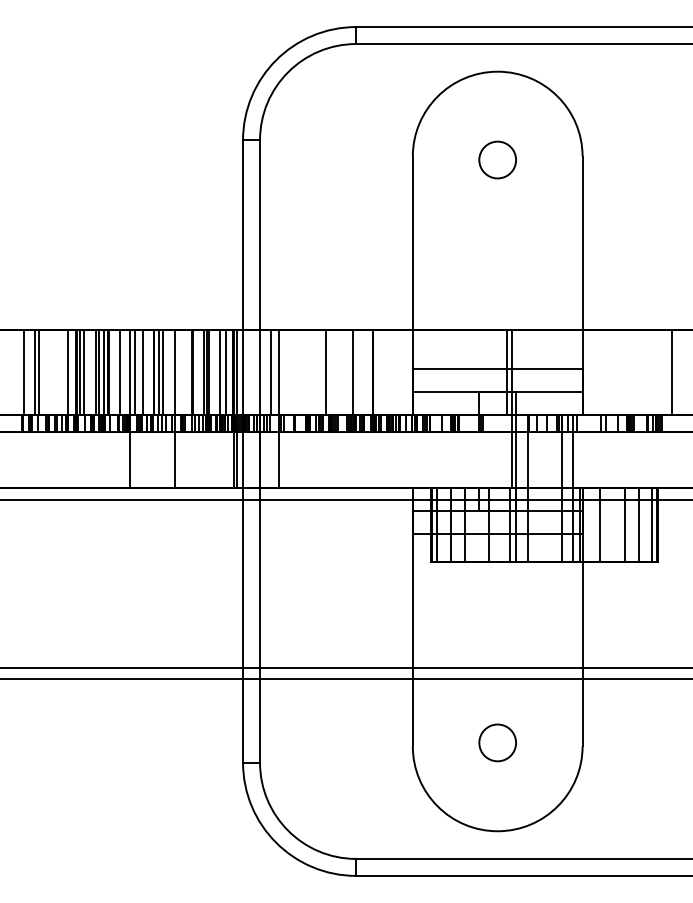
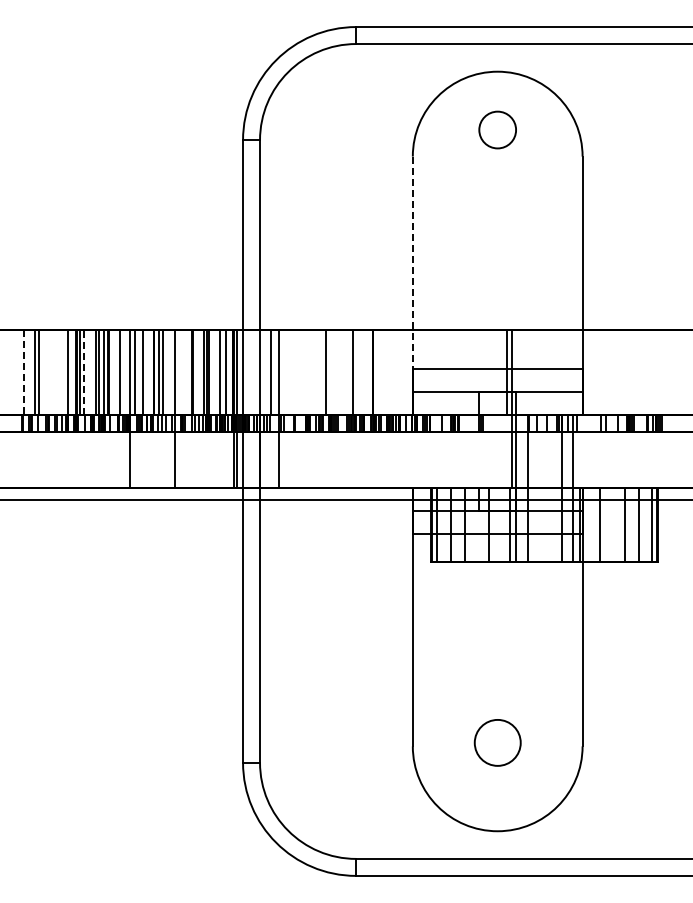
circle at (497, 159) position: (497, 159) -> (497, 129)
line at (412, 263): solid -> dashed
line at (84, 371): solid -> dashed
line at (672, 371): present -> none
line at (23, 372): solid -> dashed
line at (345, 667): present -> none
line at (345, 678): present -> none
circle at (497, 742) size: 39x40 px -> 49x48 px
